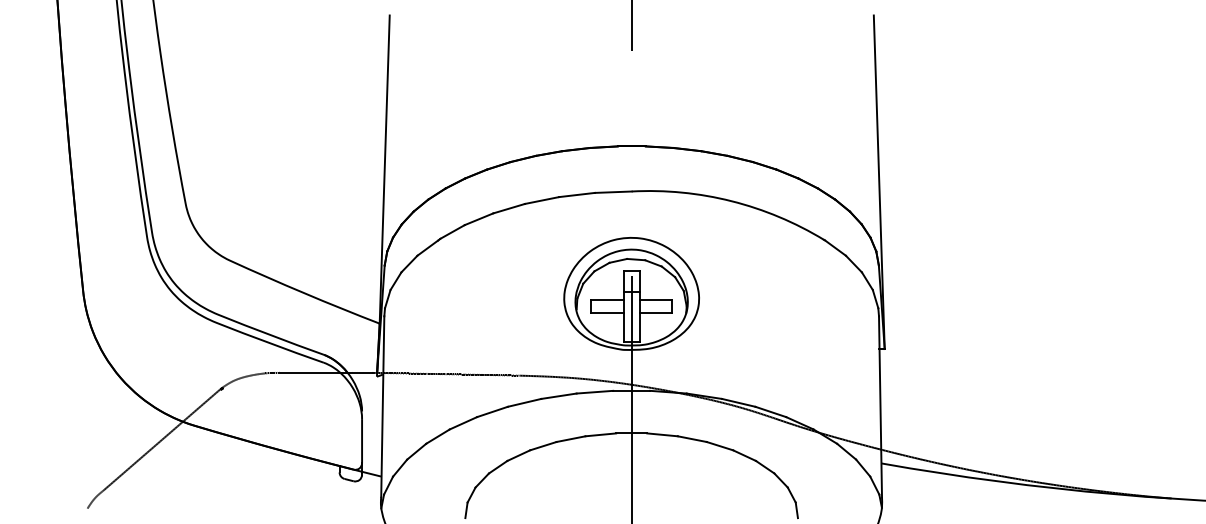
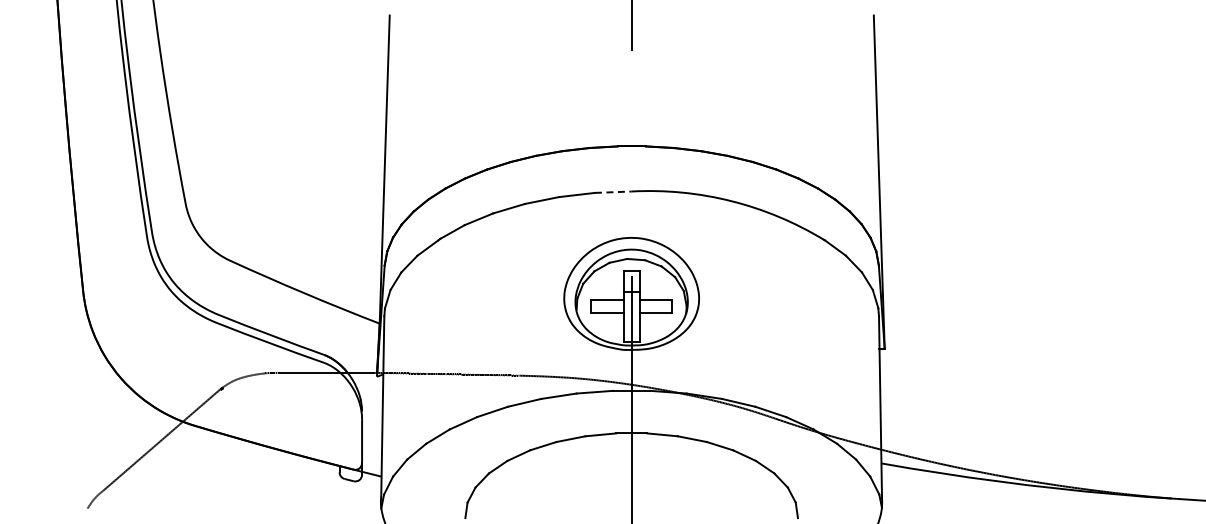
line at (613, 192): solid -> dashed
